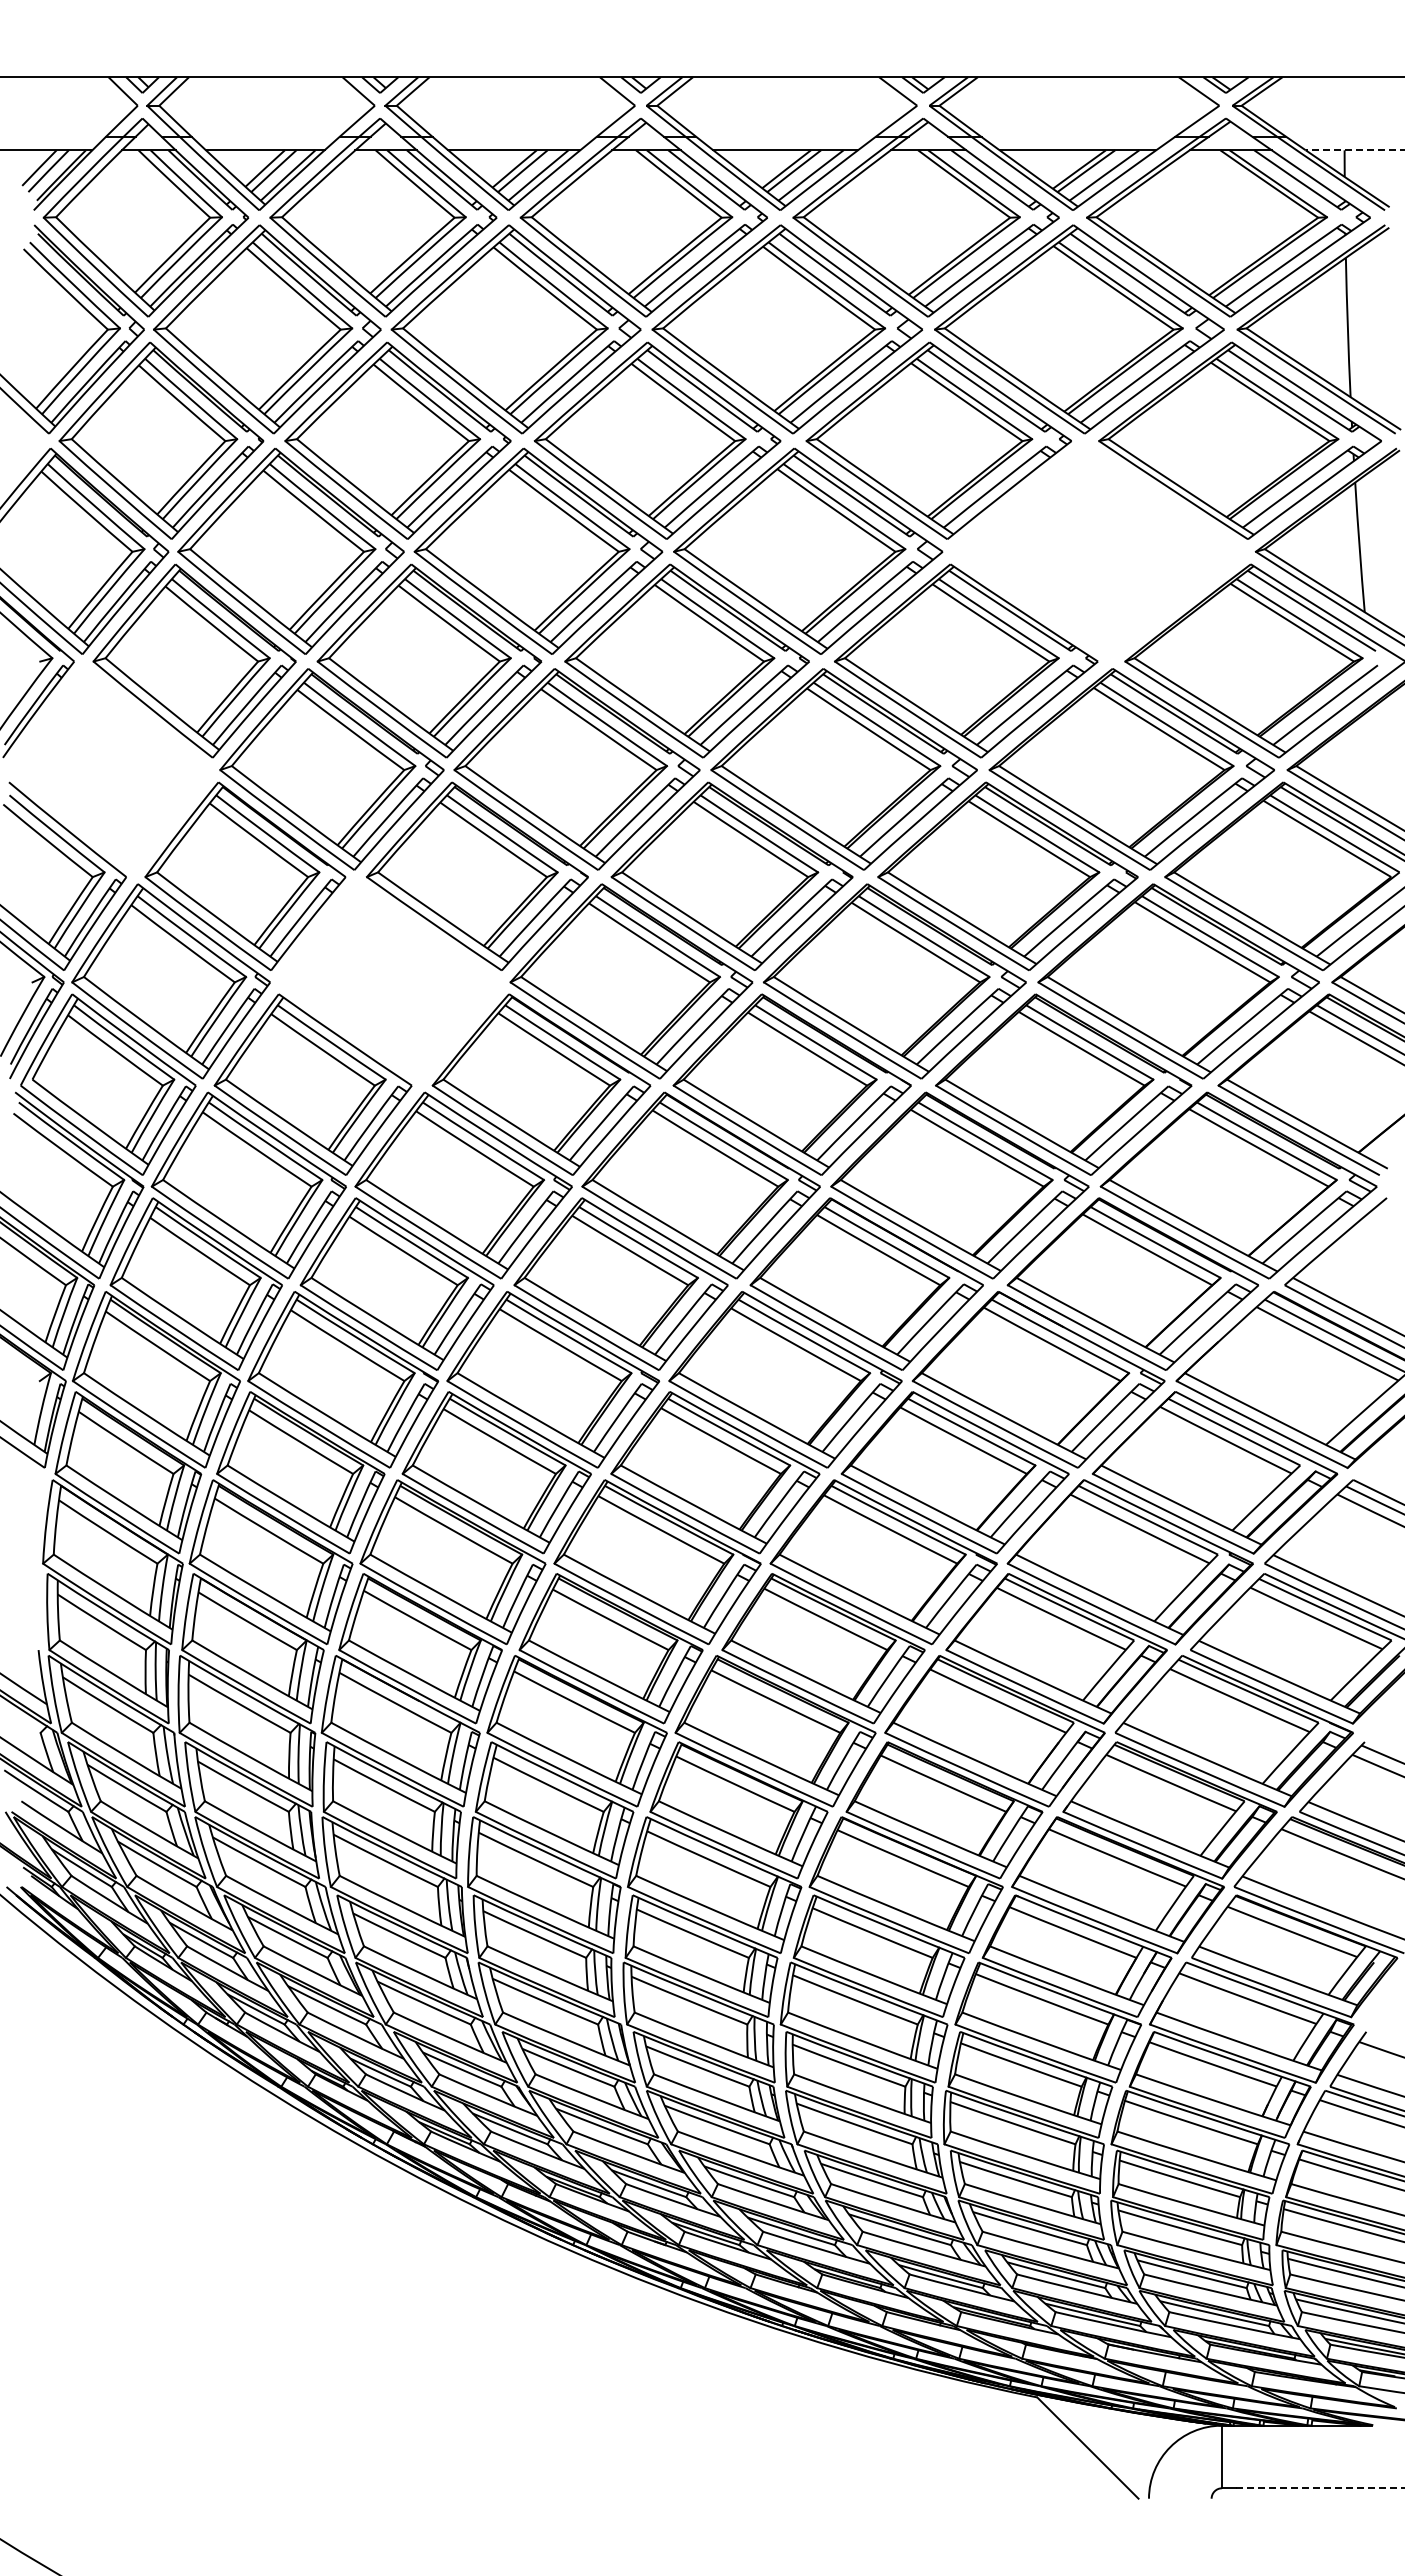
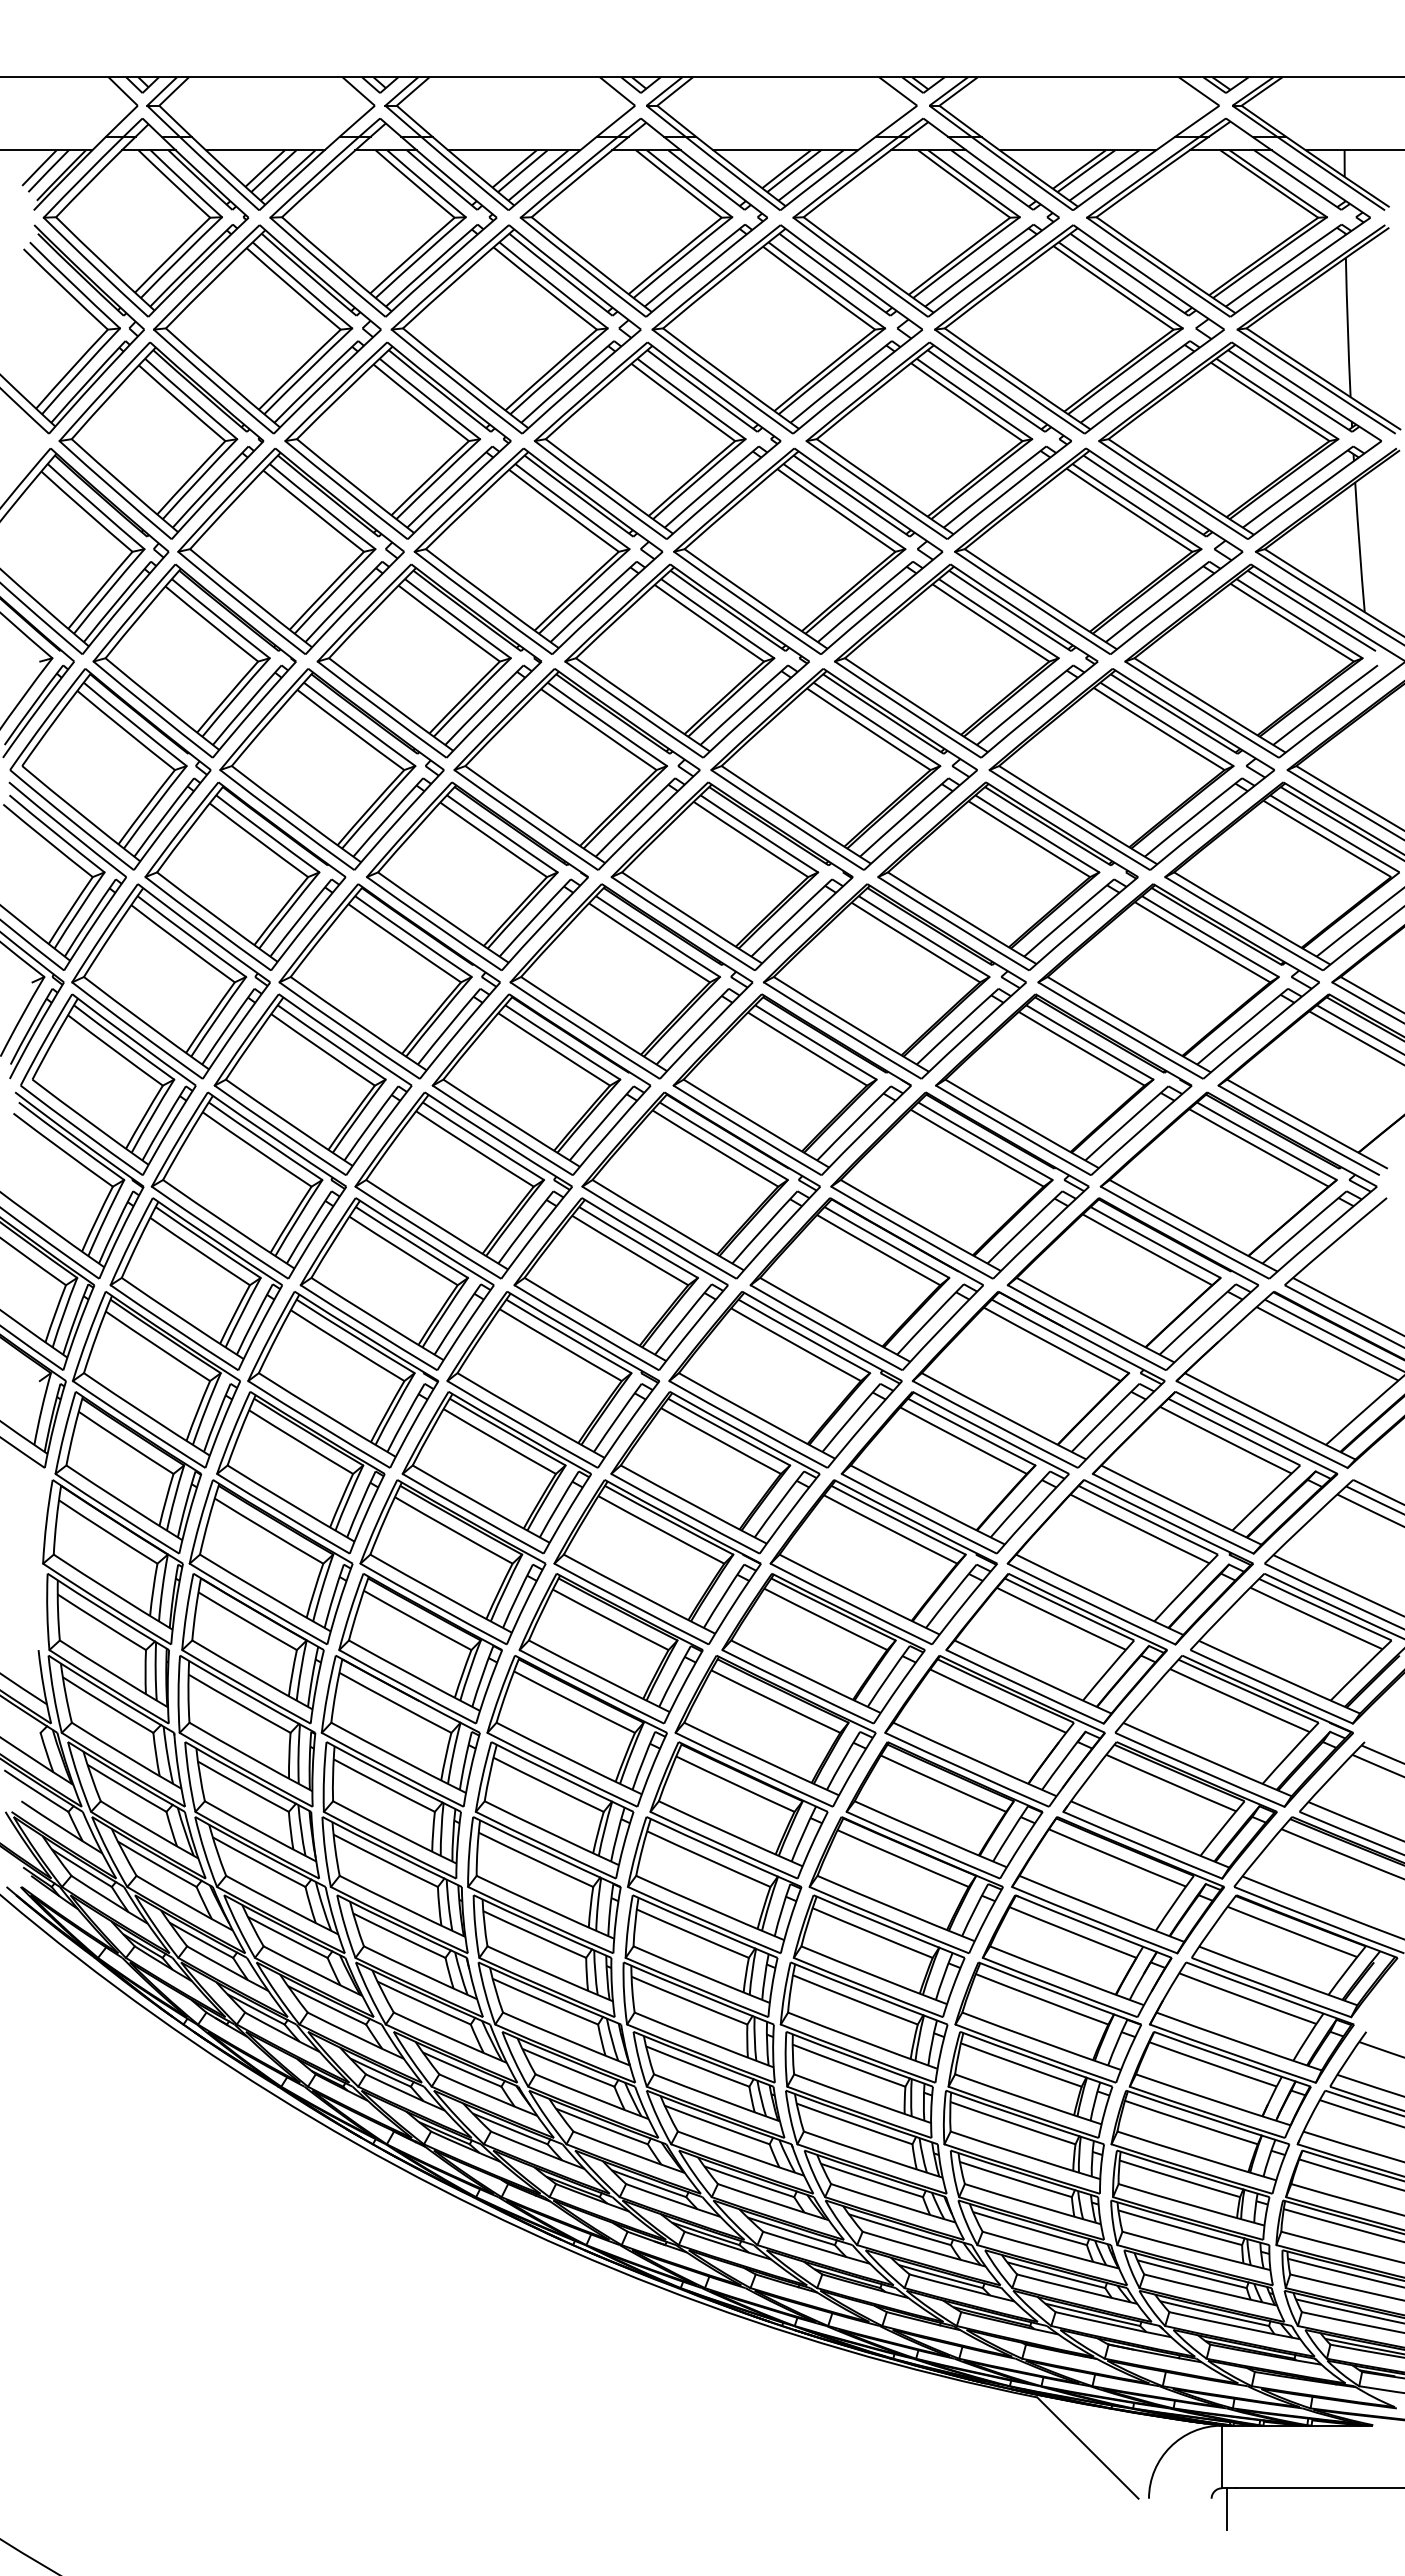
line at (1354, 150): dashed -> solid
part at (1098, 550): none -> present
part at (110, 769): none -> present
part at (389, 981): none -> present
line at (1320, 2488): dashed -> solid
line at (1227, 2509): none -> present
